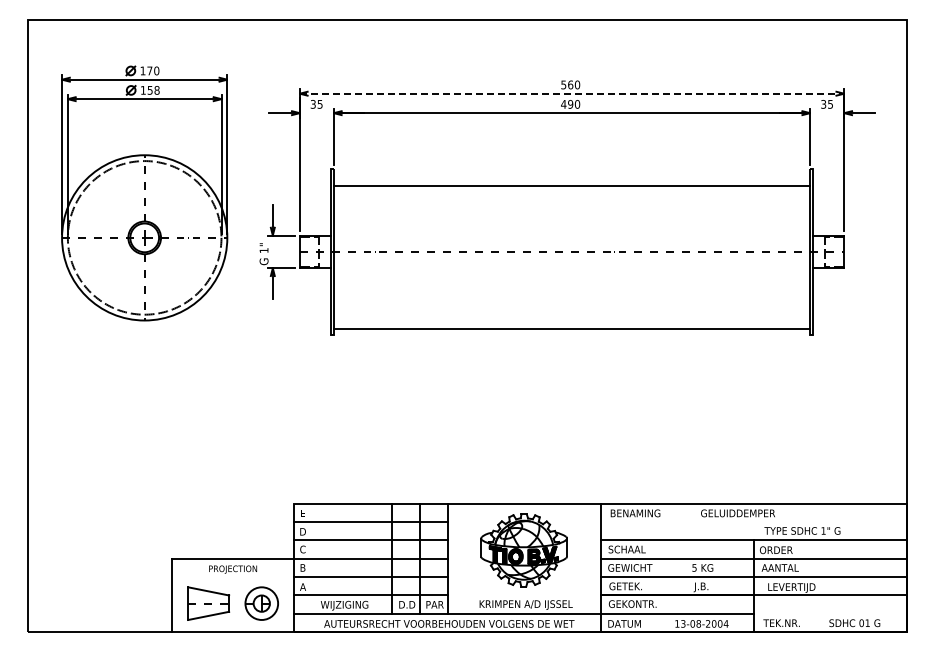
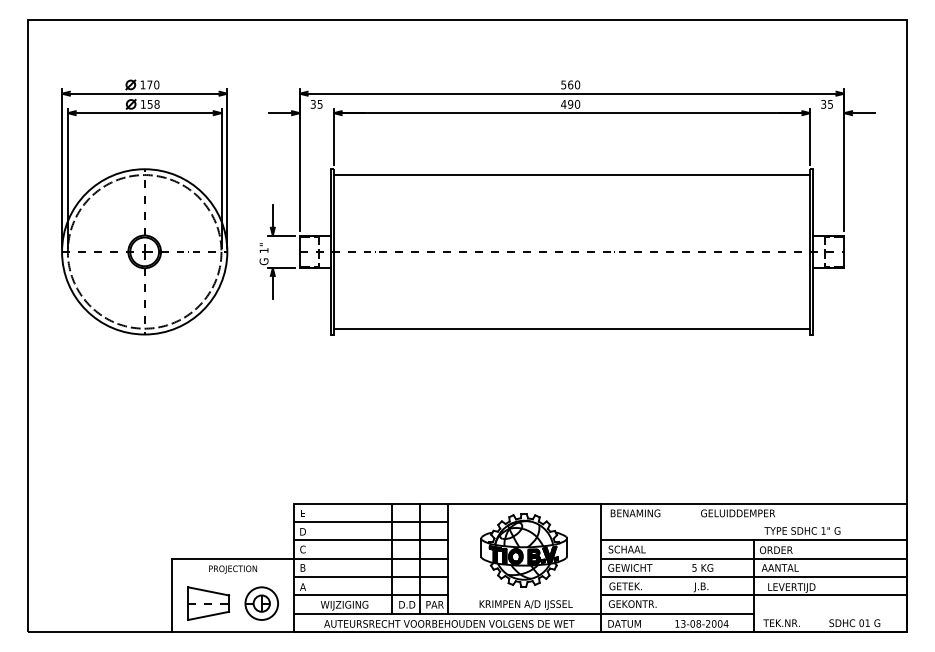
line at (572, 93): dashed -> solid
line at (571, 186) position: (571, 186) -> (571, 175)
part at (144, 193) position: (144, 193) -> (144, 207)
